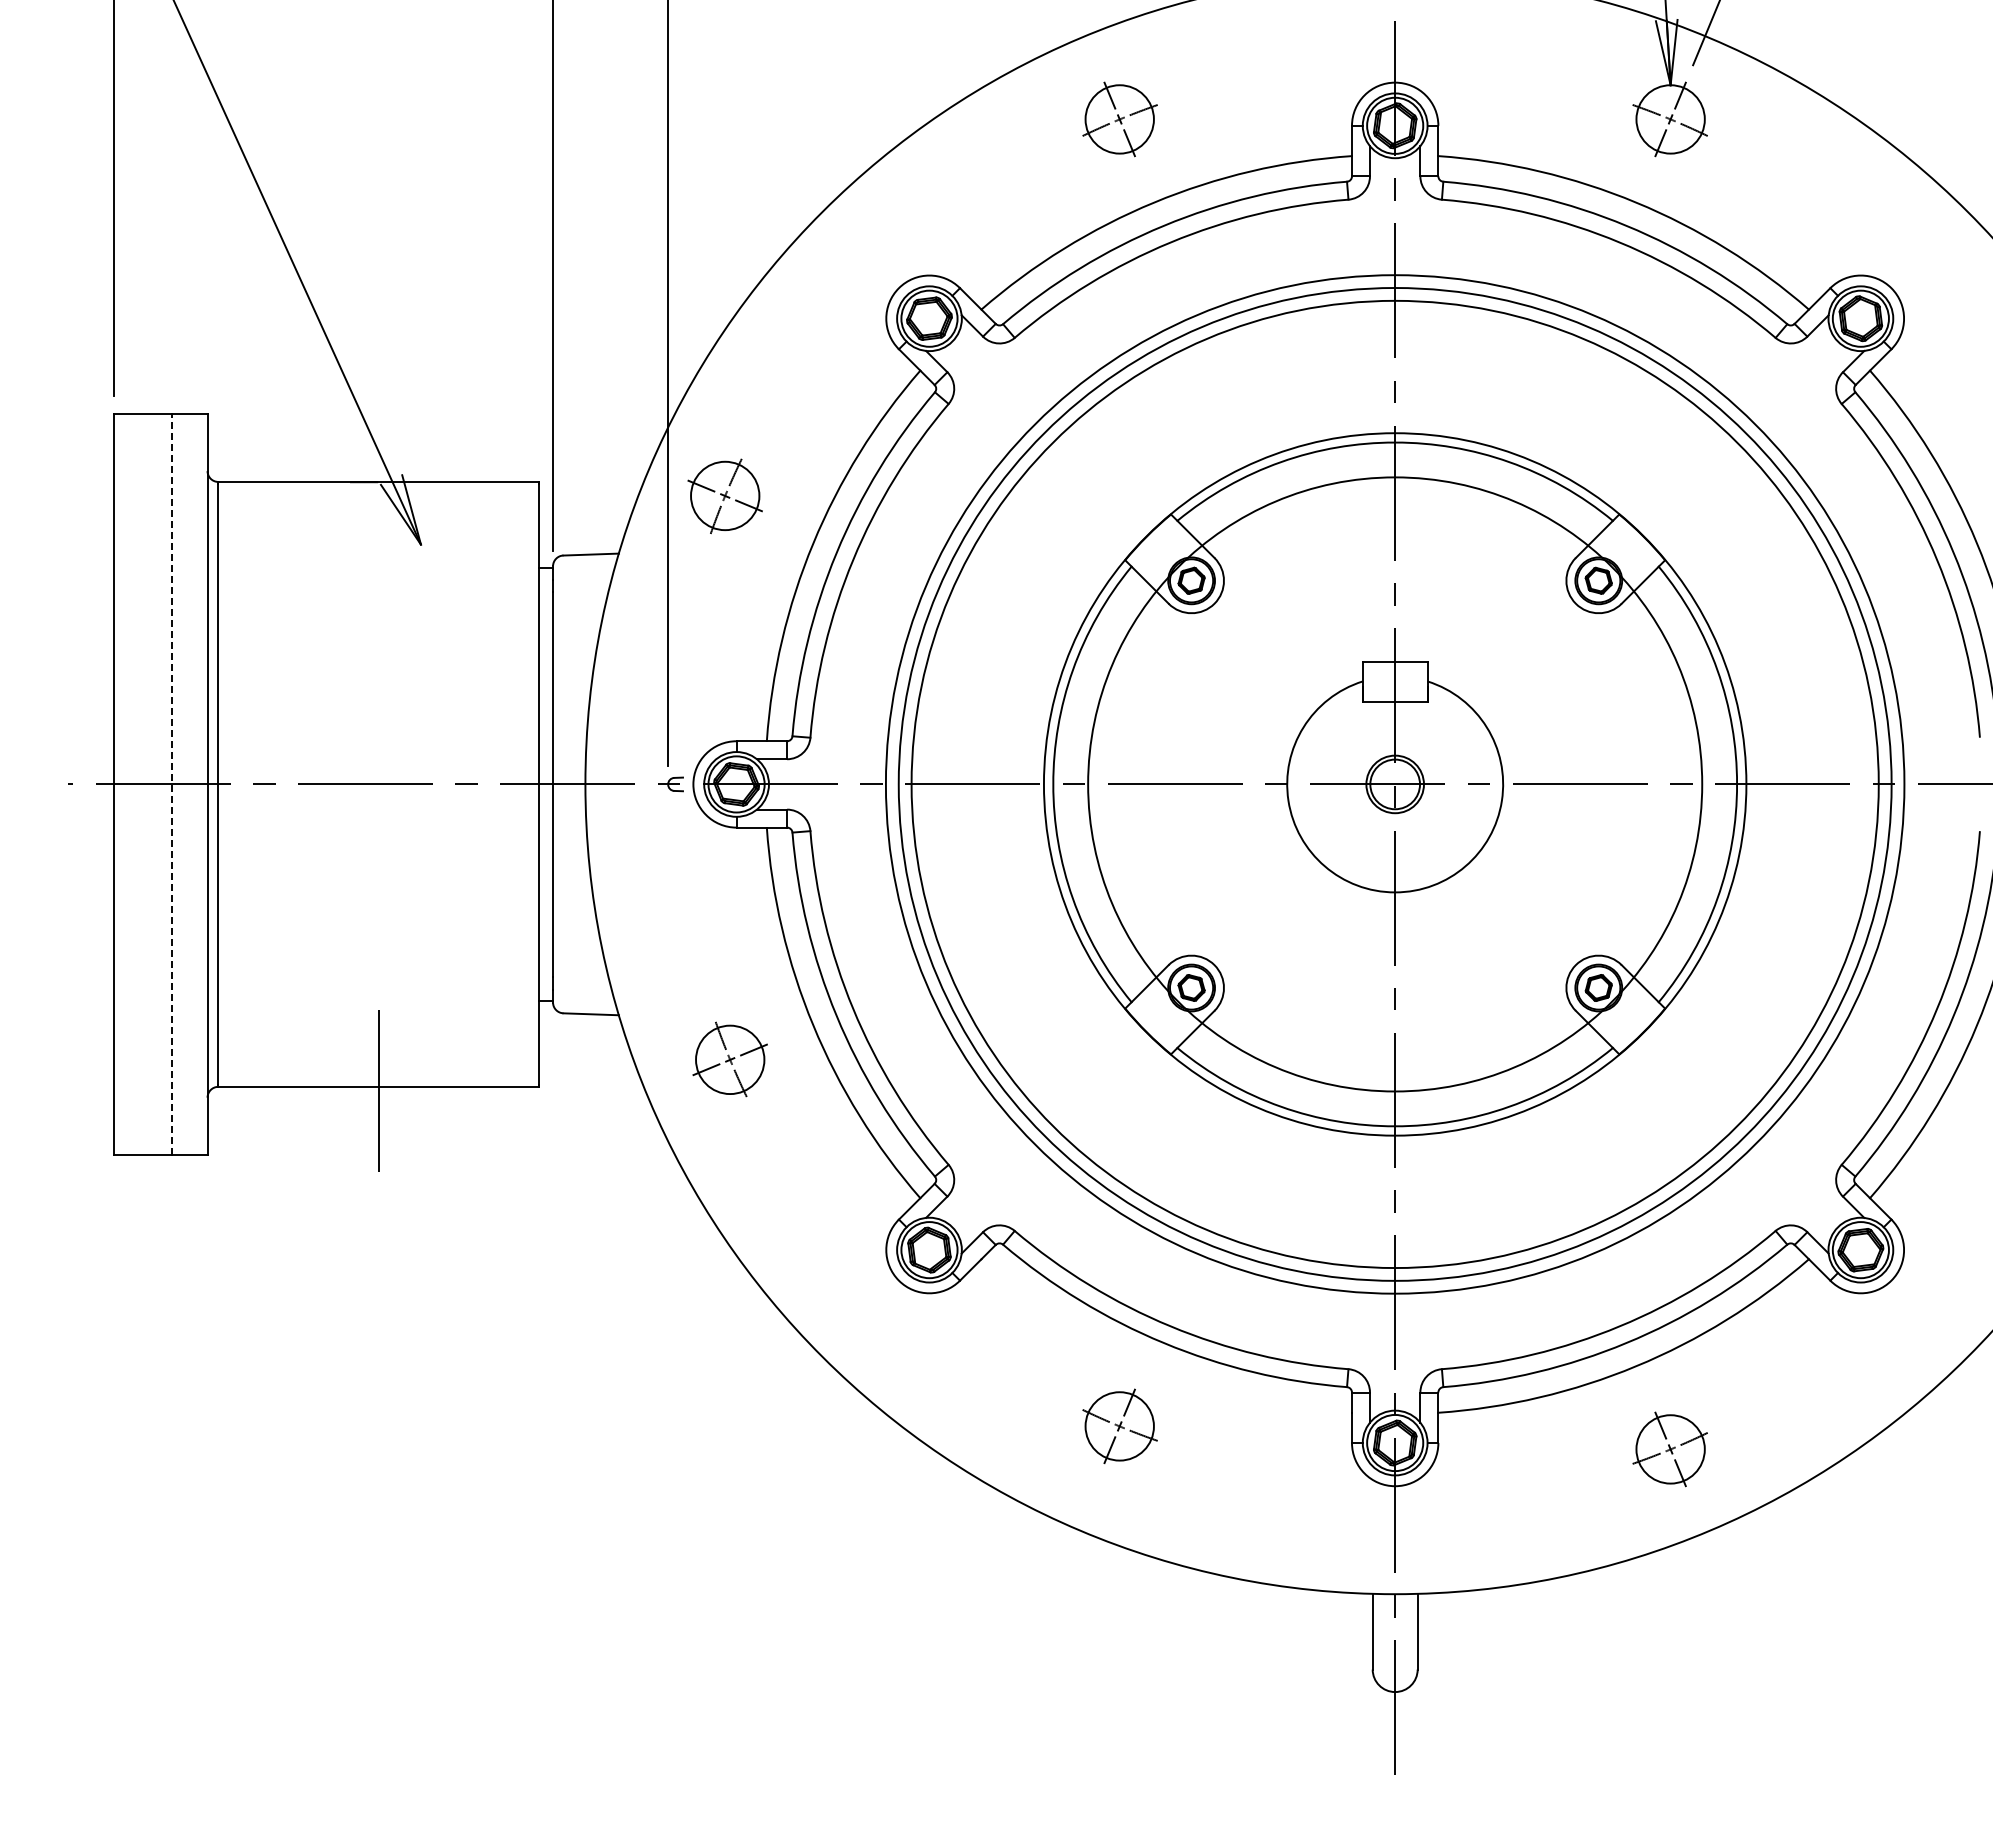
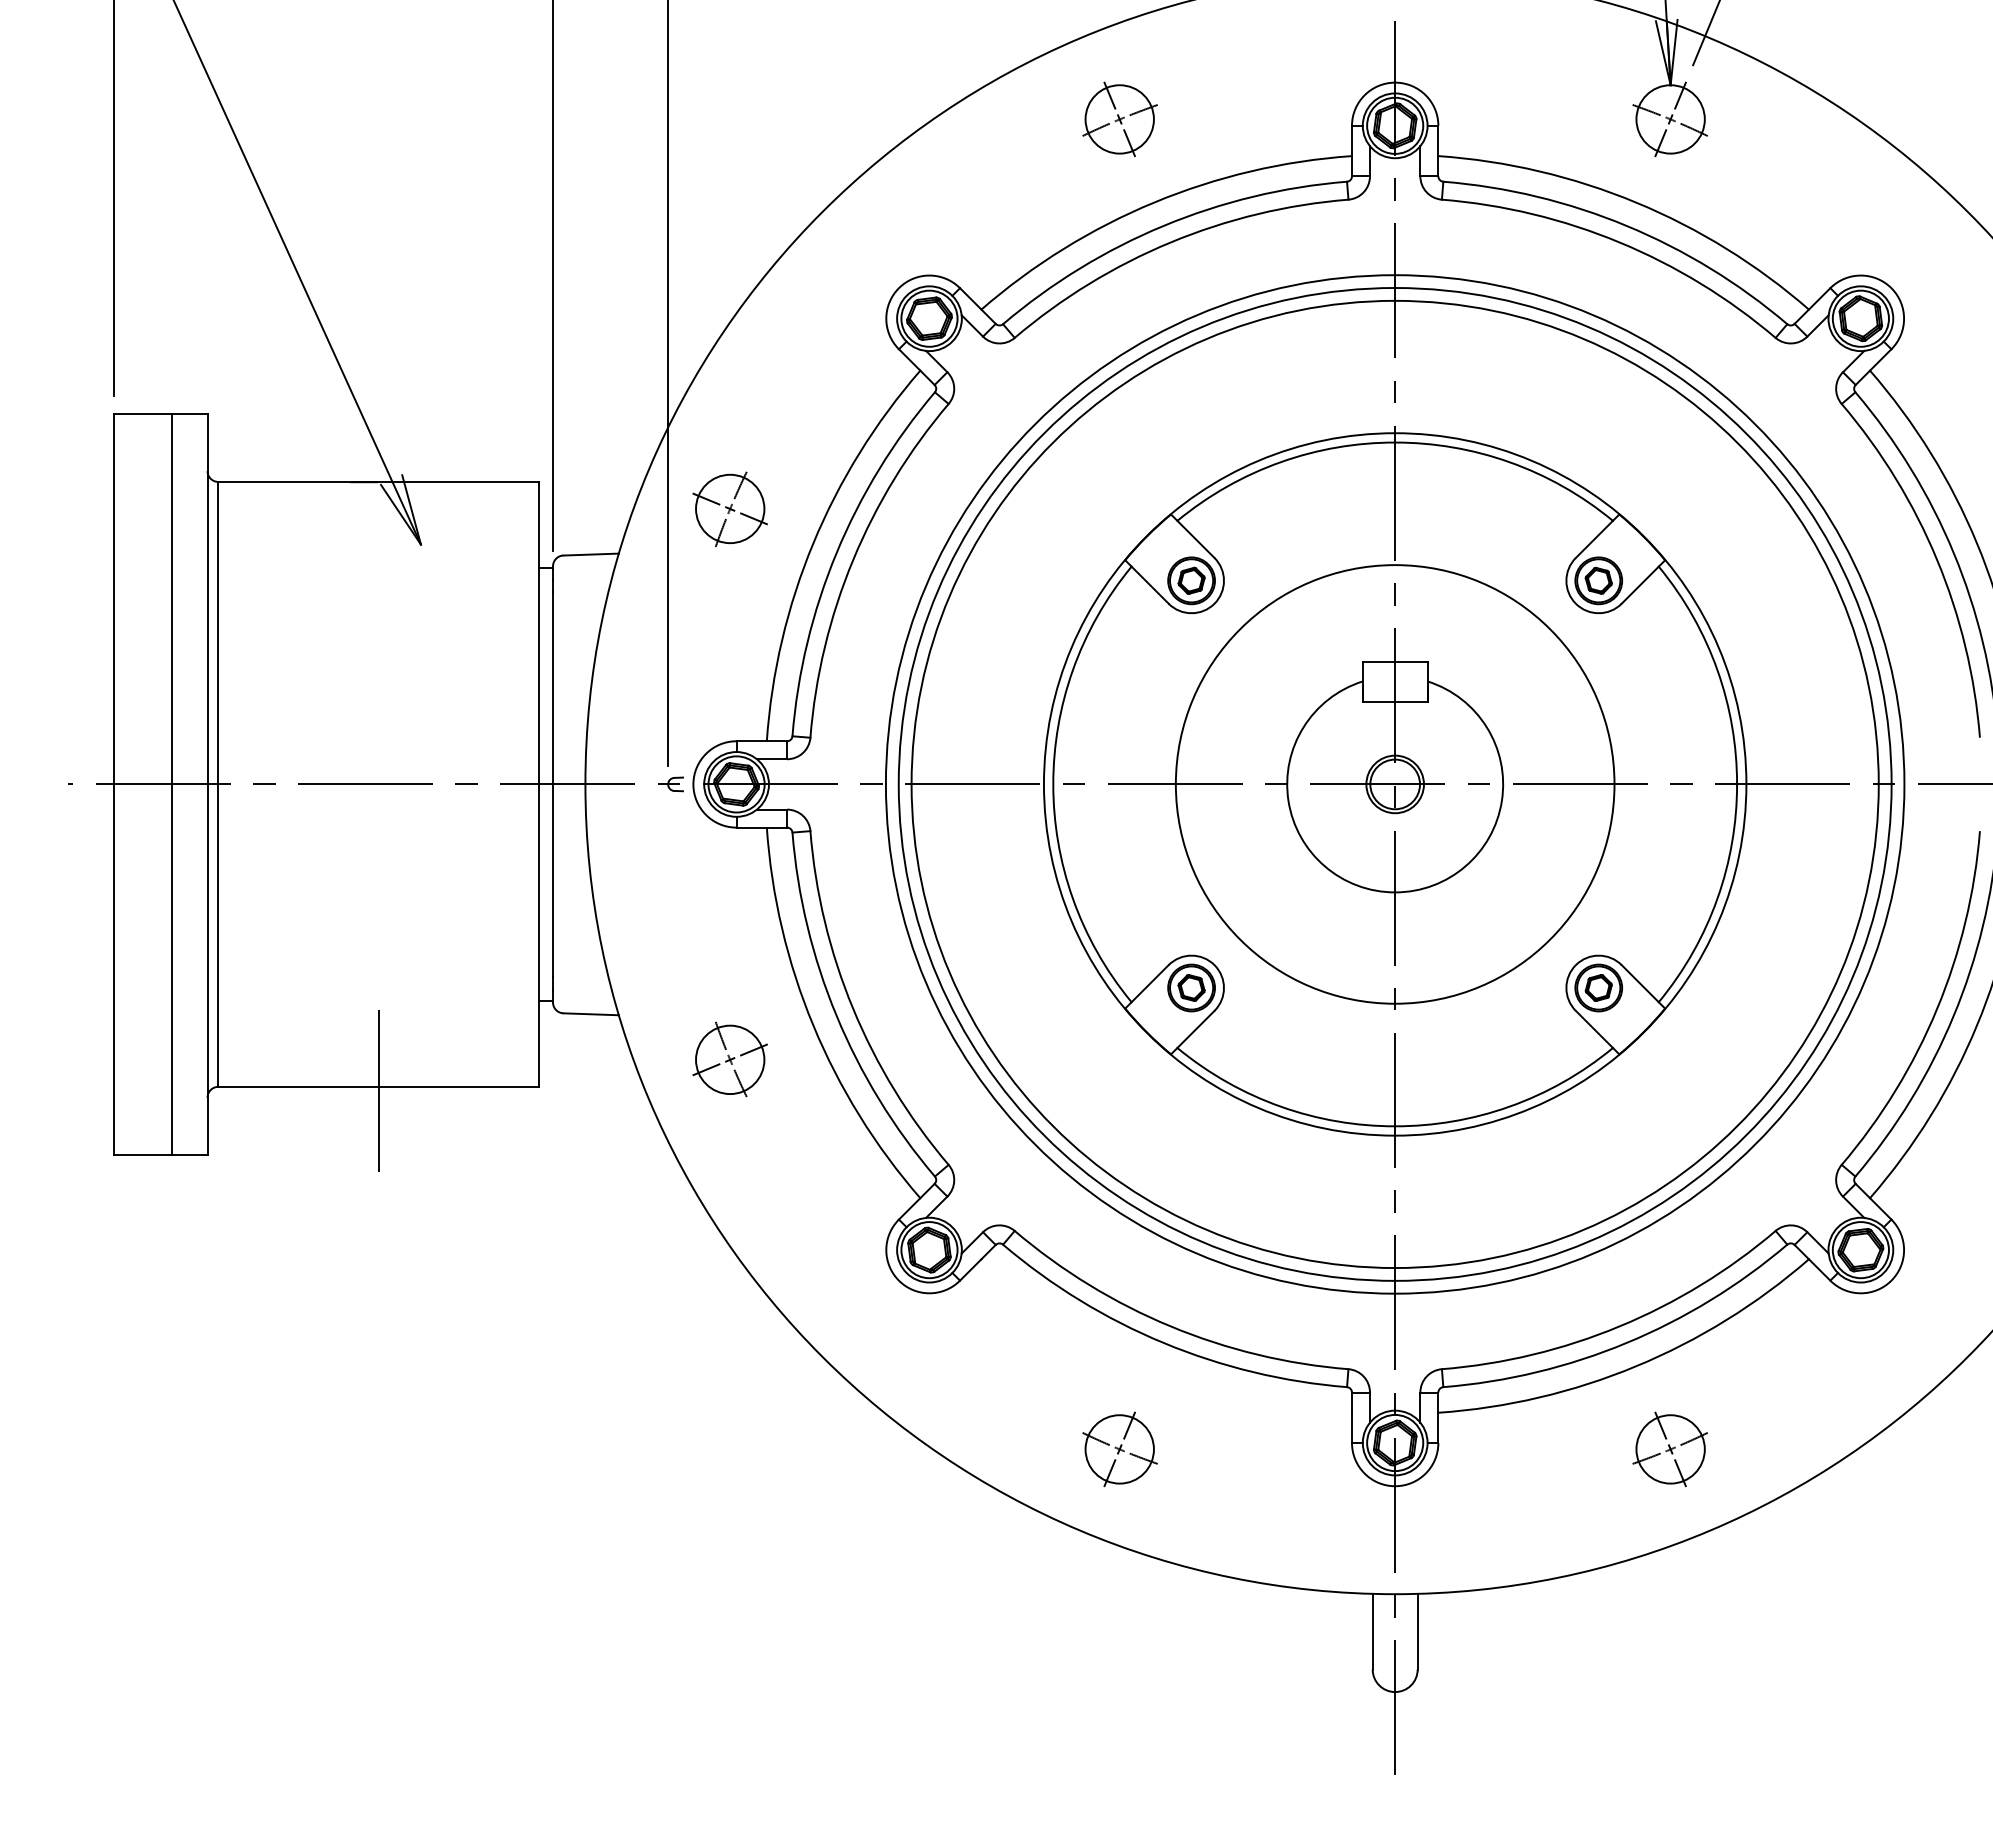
part at (724, 496) position: (724, 496) -> (729, 509)
line at (171, 784): dashed -> solid
circle at (1395, 784) diameter: 614 px -> 439 px
part at (1119, 1426) position: (1119, 1426) -> (1119, 1449)
